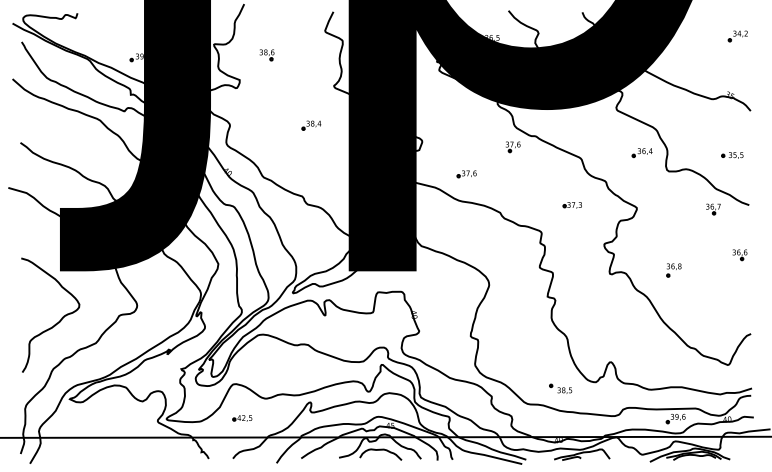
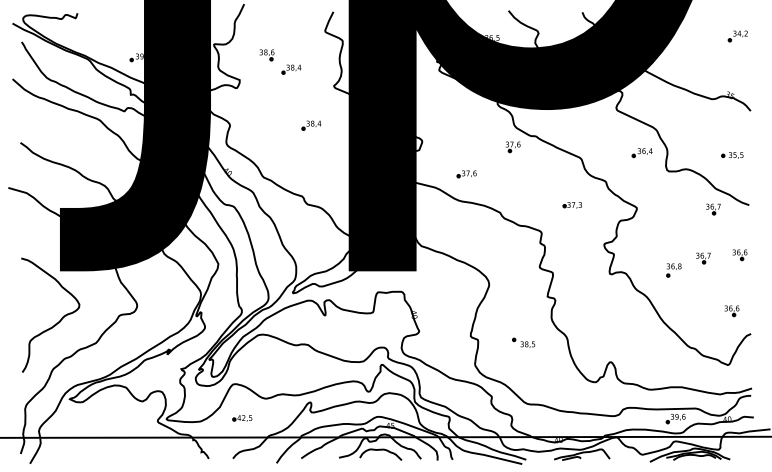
part at (291, 69): none -> present
part at (703, 258): none -> present
part at (731, 311): none -> present
part at (560, 388) position: (560, 388) -> (523, 342)
